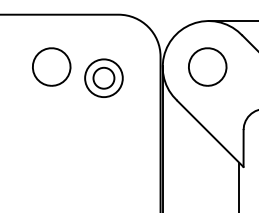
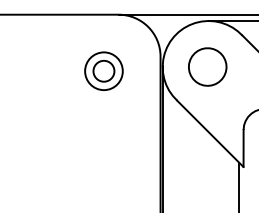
line at (186, 14): none -> present
part at (51, 66): present -> none
part at (103, 77) position: (103, 77) -> (103, 70)
